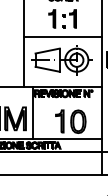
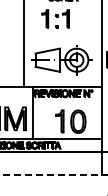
part at (62, 18) position: (62, 18) -> (55, 18)
line at (62, 36): present -> none
line at (54, 175): solid -> dashed
